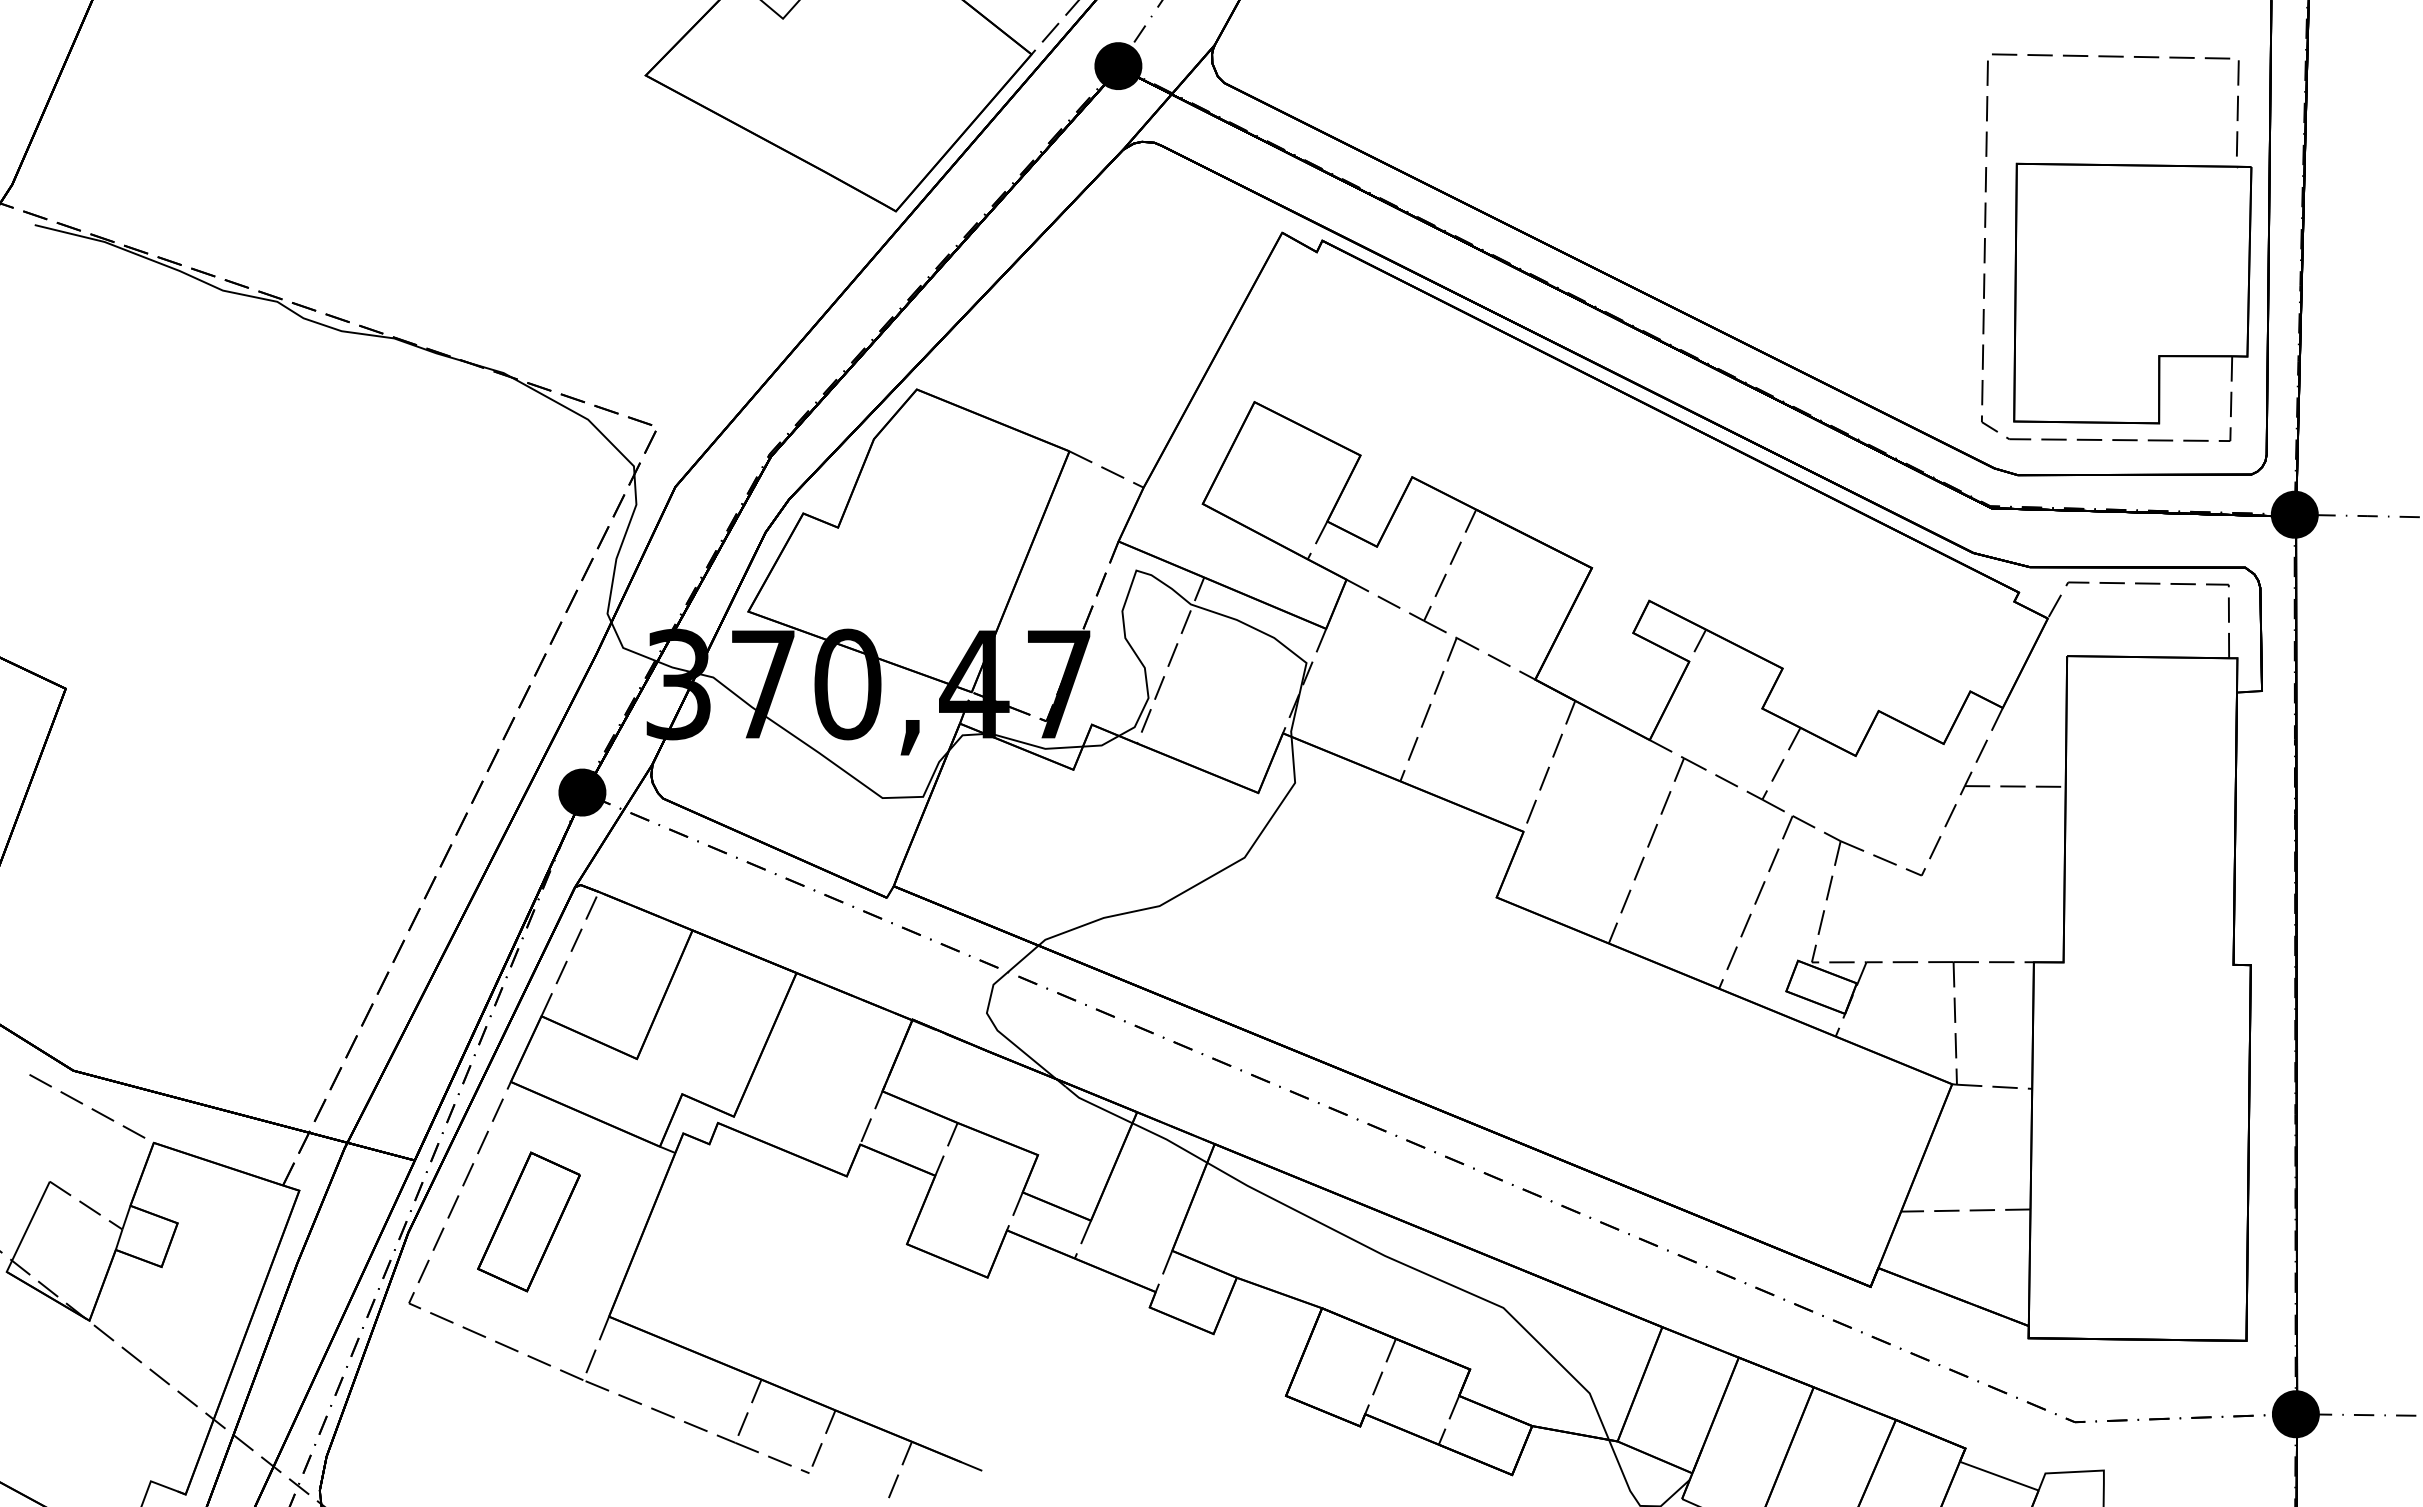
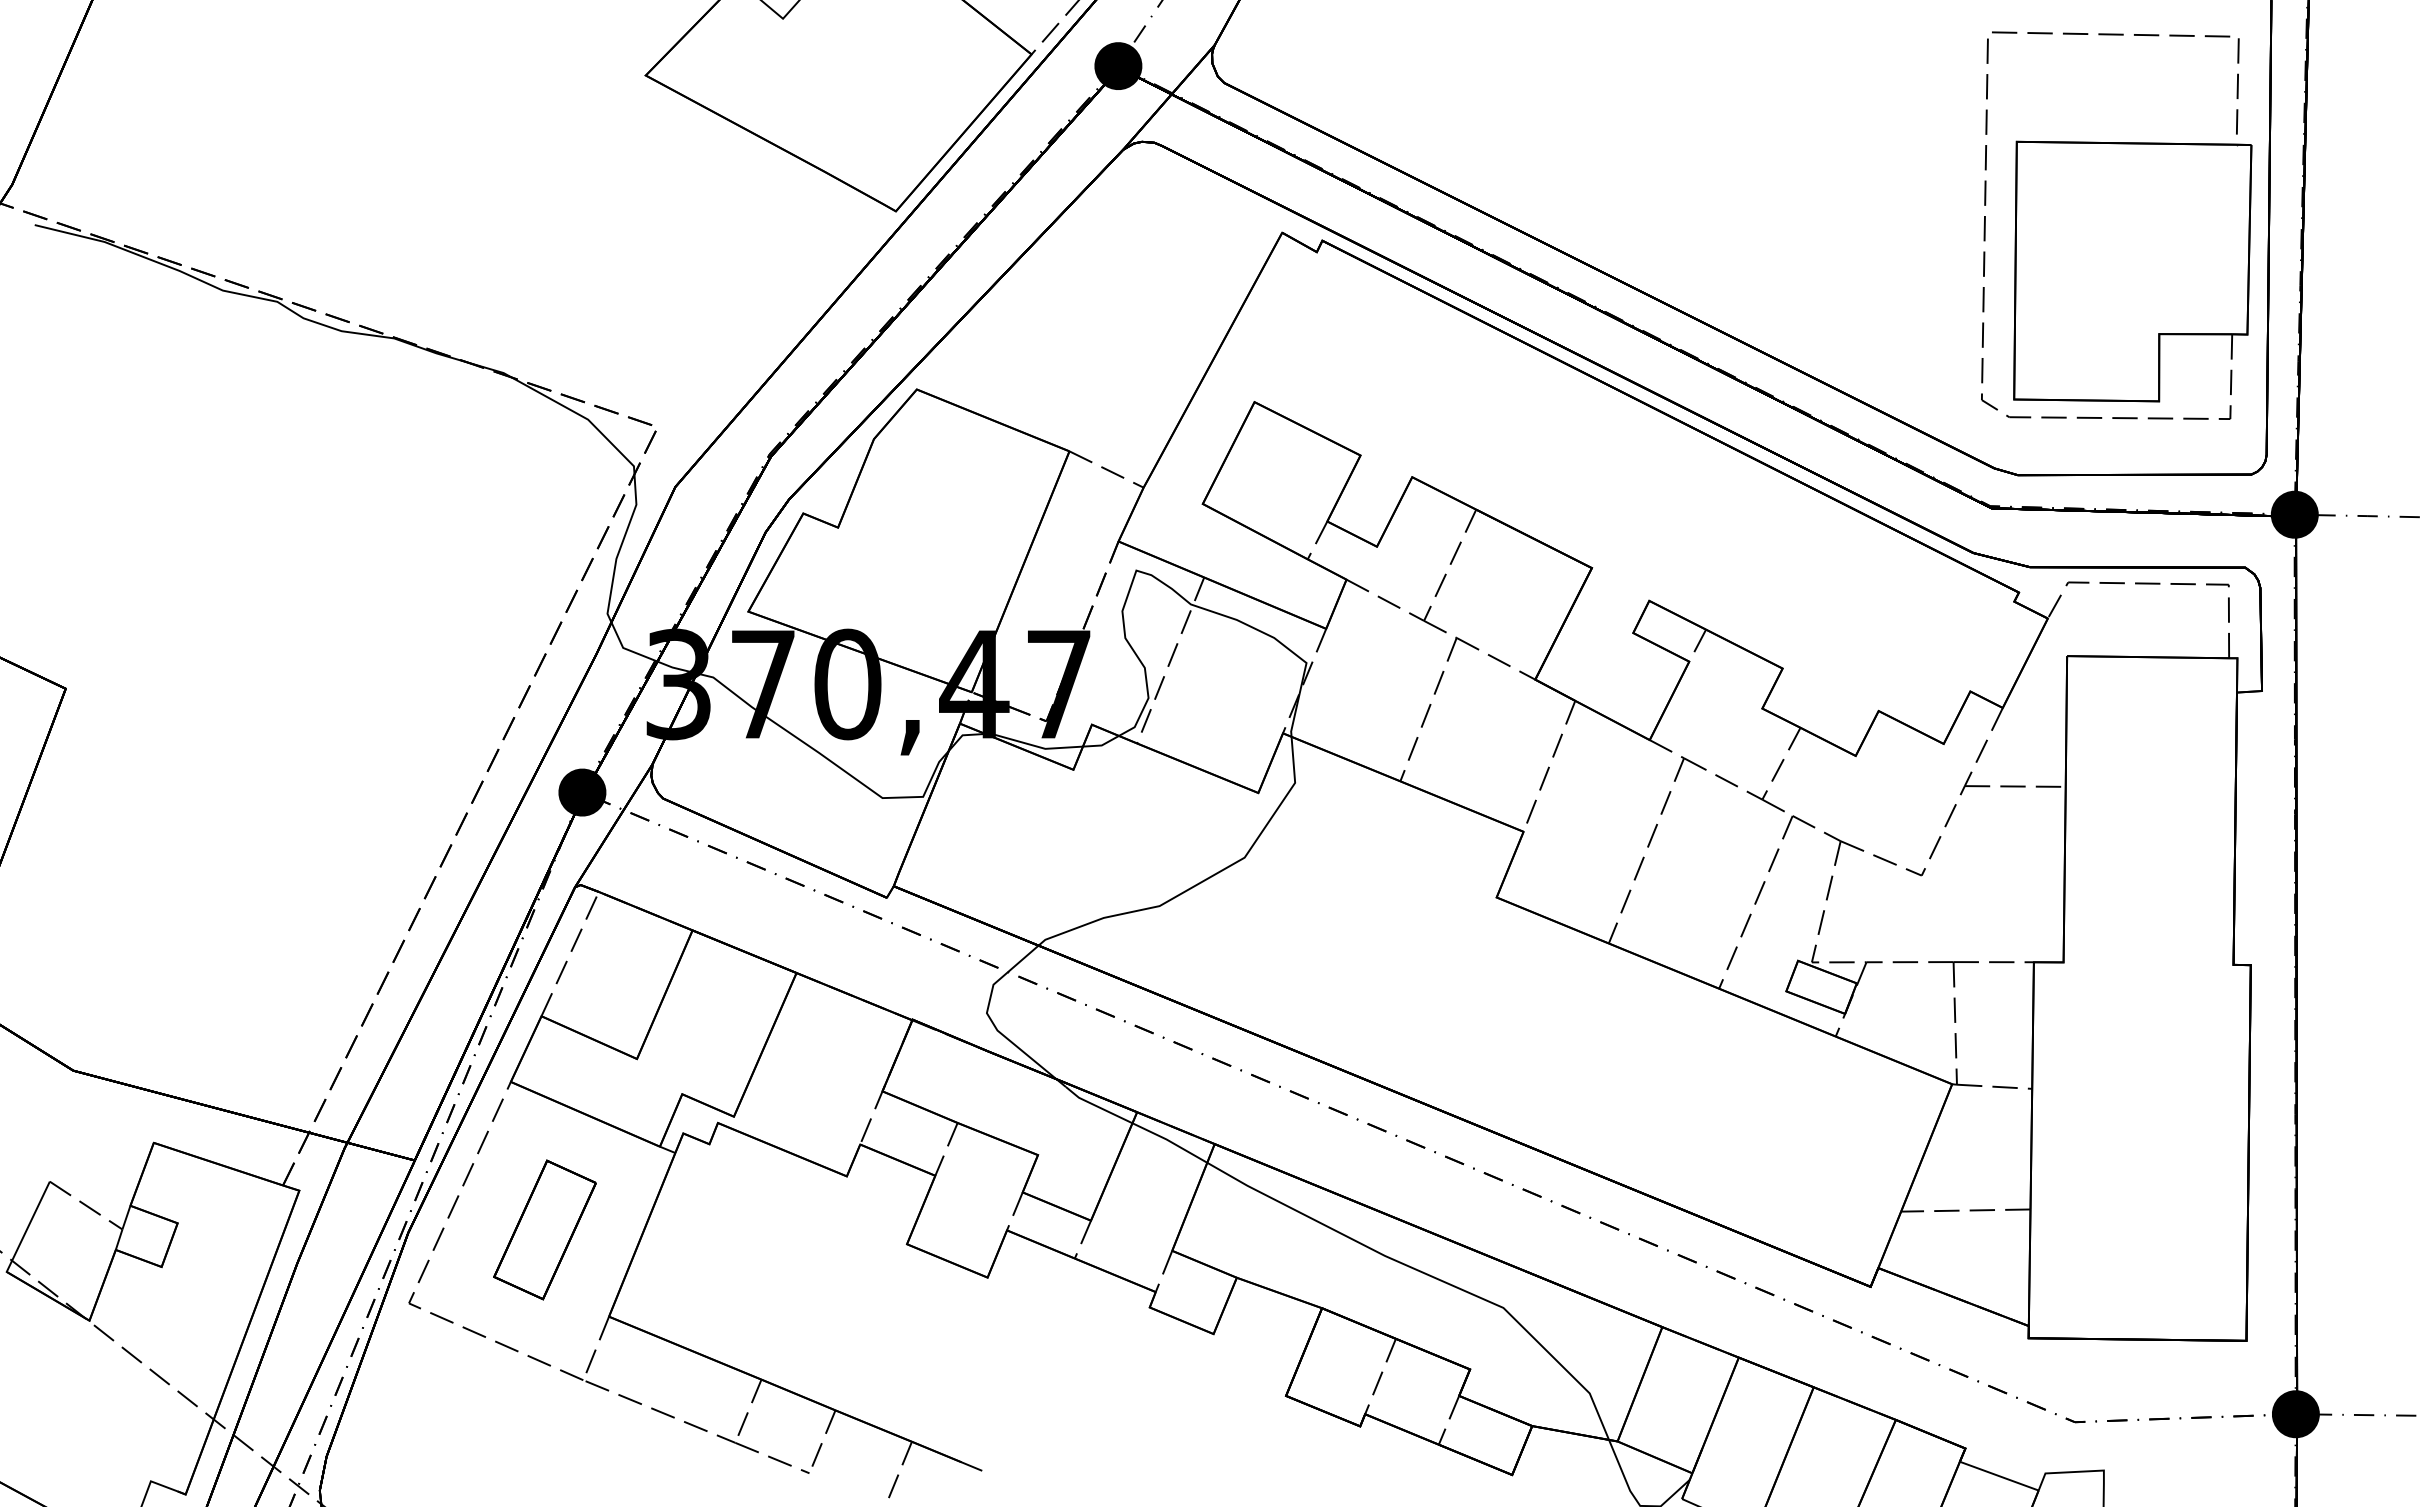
part at (2116, 247) position: (2116, 247) -> (2116, 225)
line at (83, 1103): present -> none
part at (528, 1221) position: (528, 1221) -> (544, 1229)
